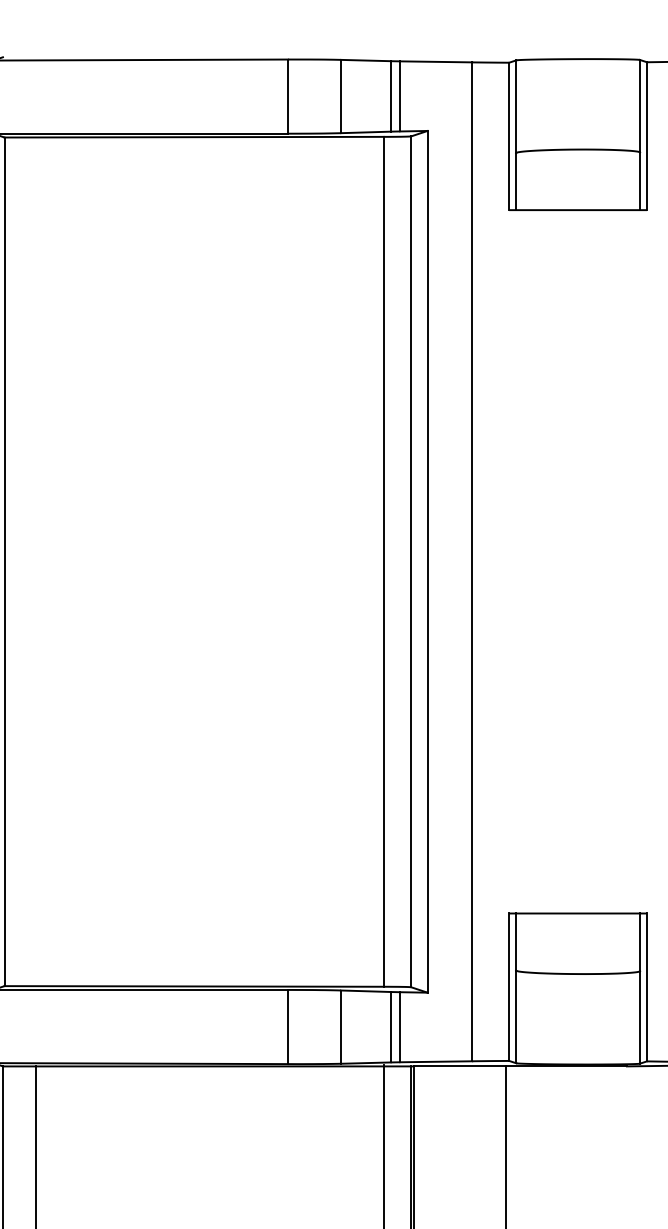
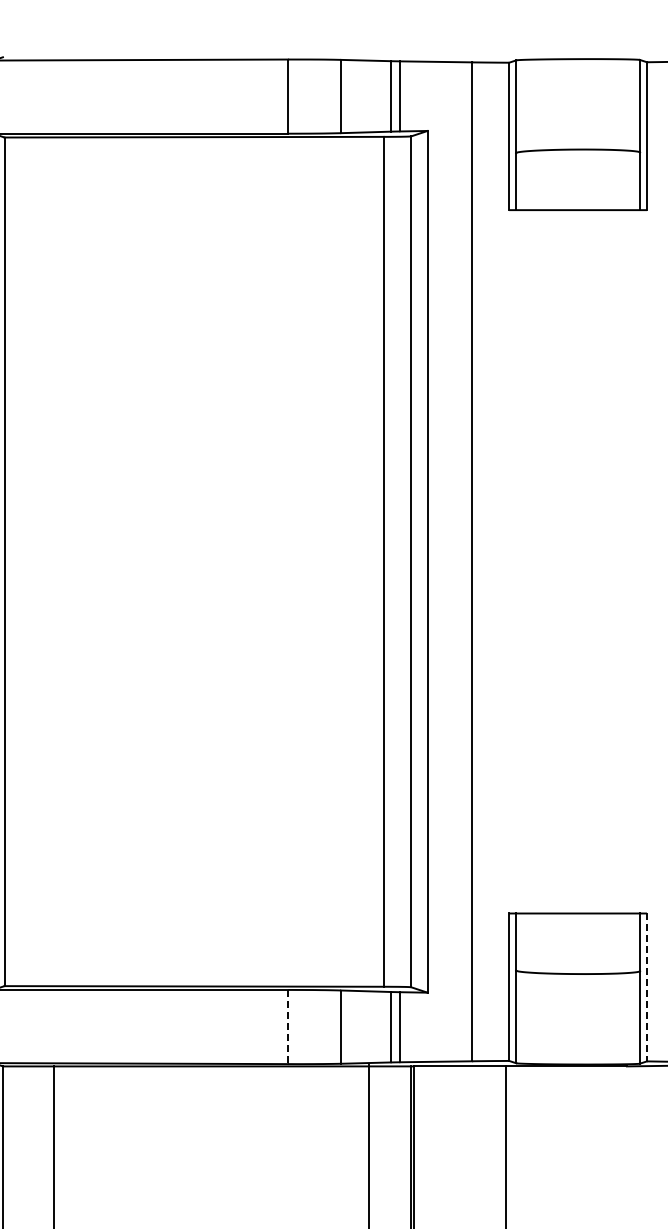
line at (647, 987): solid -> dashed
line at (288, 1027): solid -> dashed
line at (36, 1145) position: (36, 1145) -> (54, 1145)
line at (383, 1145) position: (383, 1145) -> (368, 1145)
